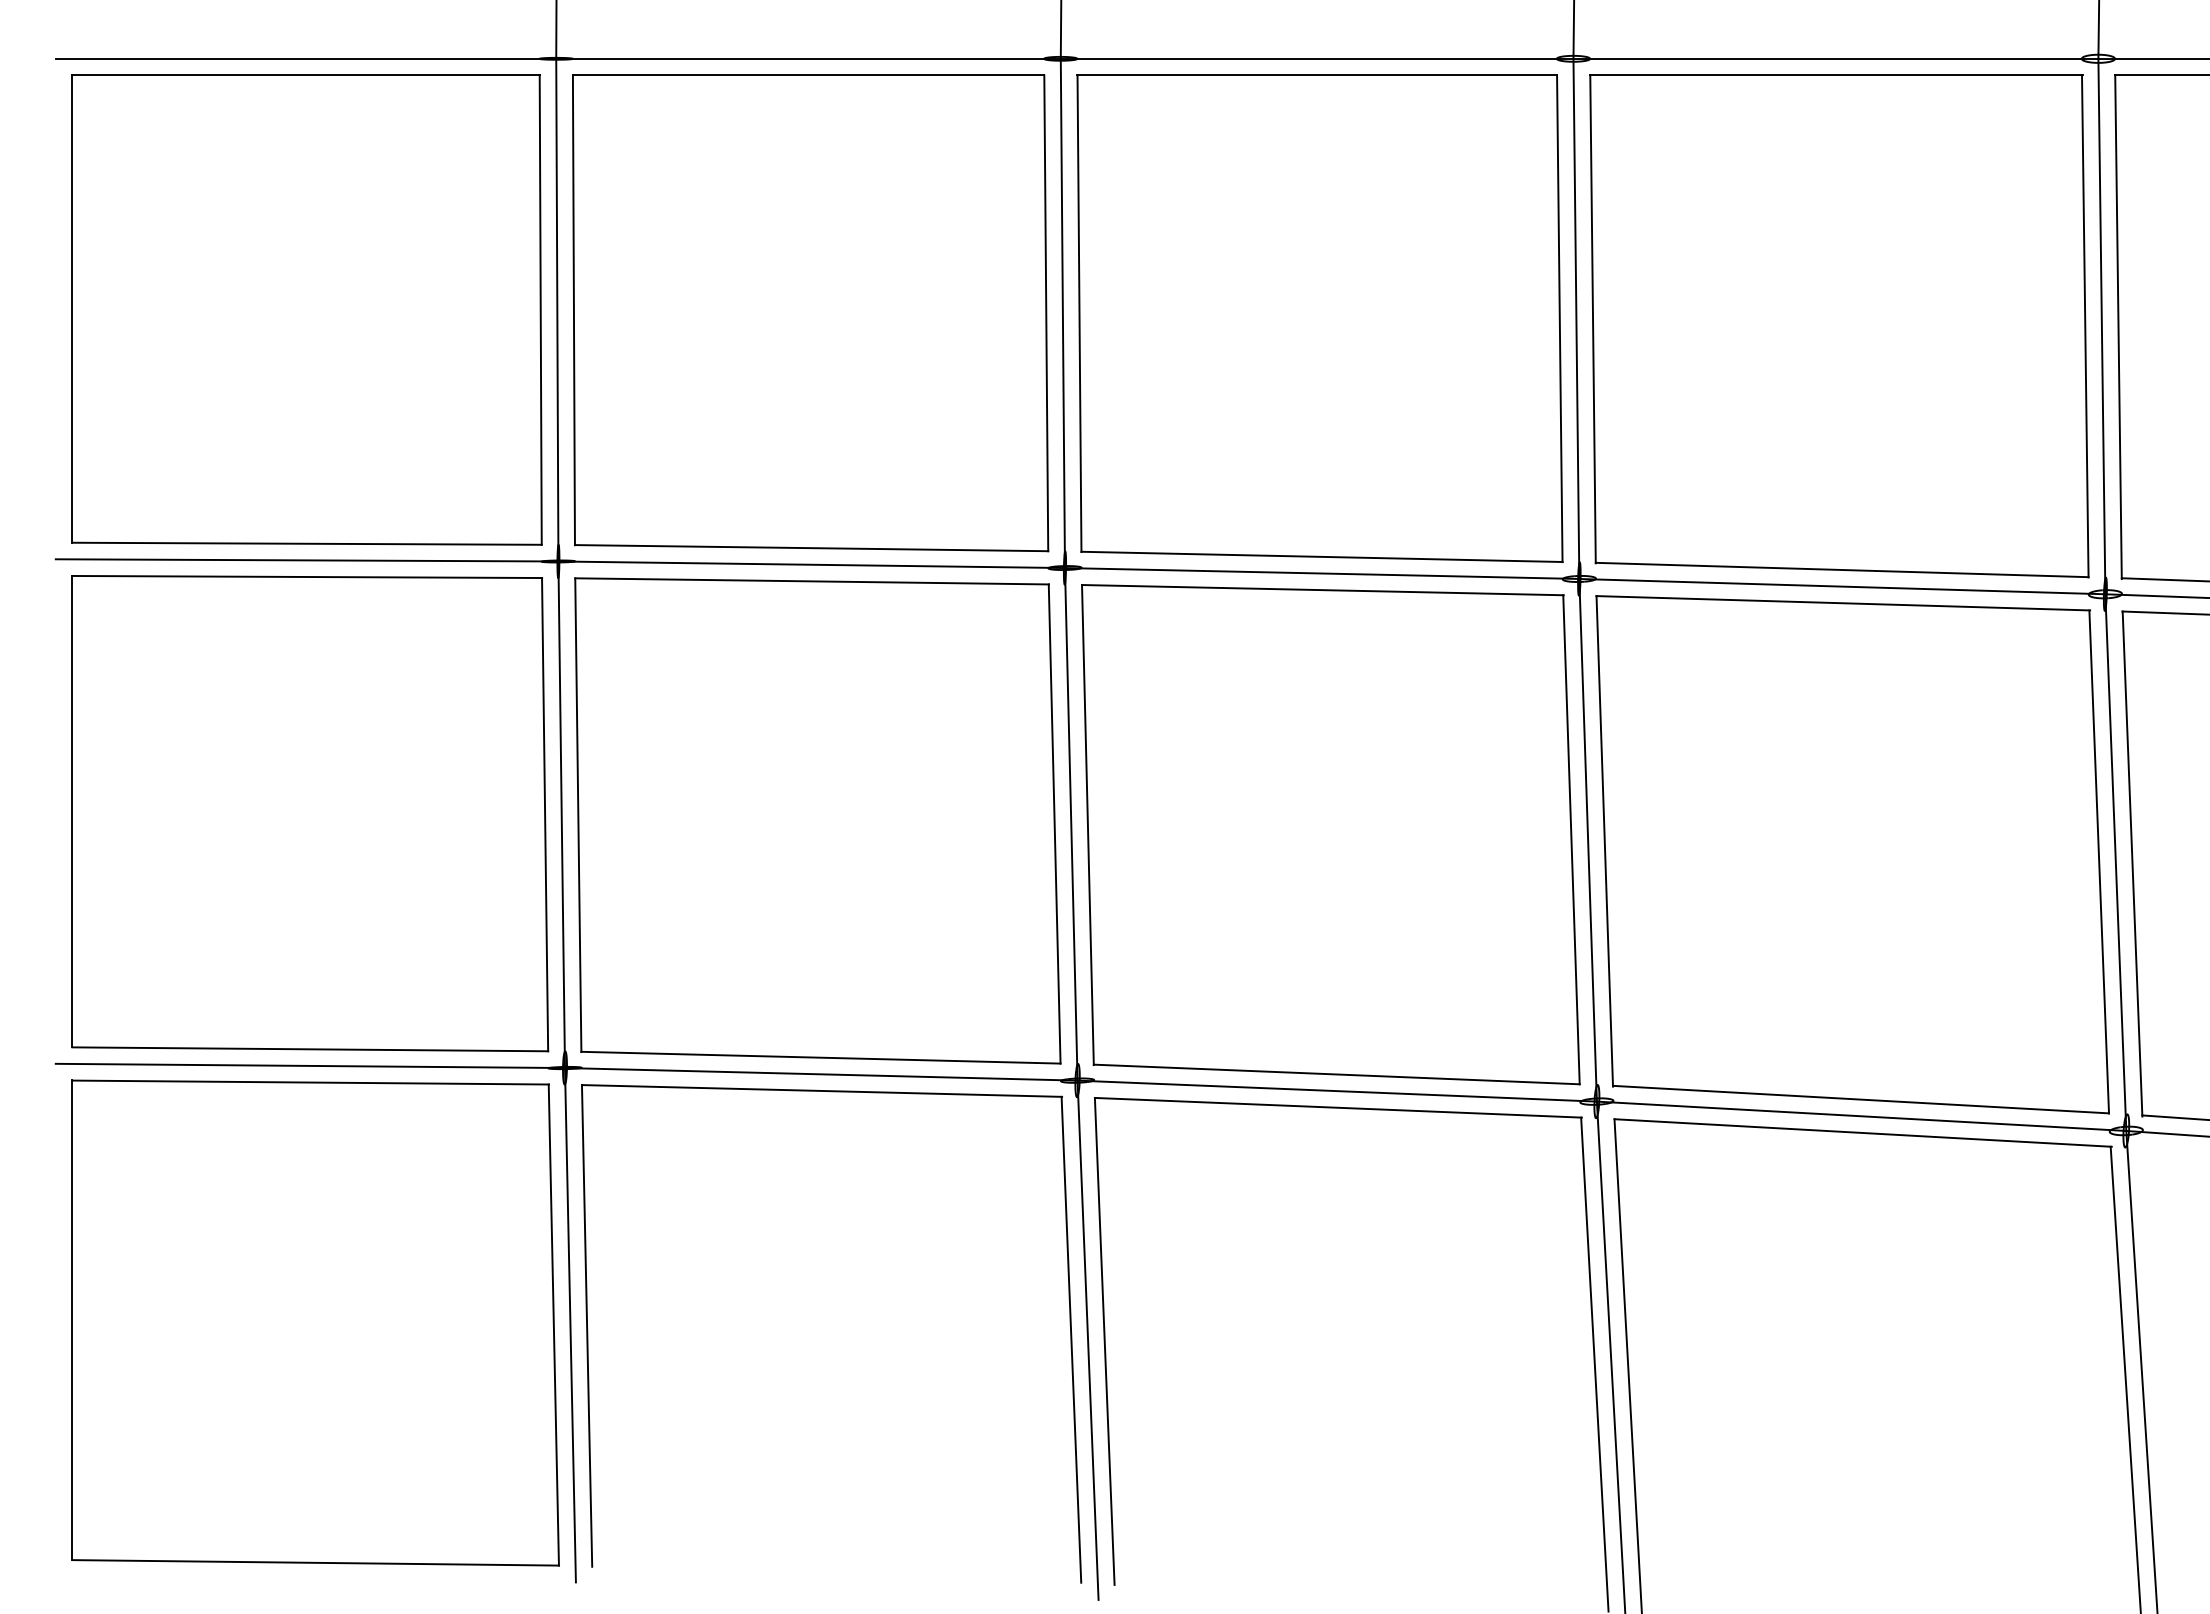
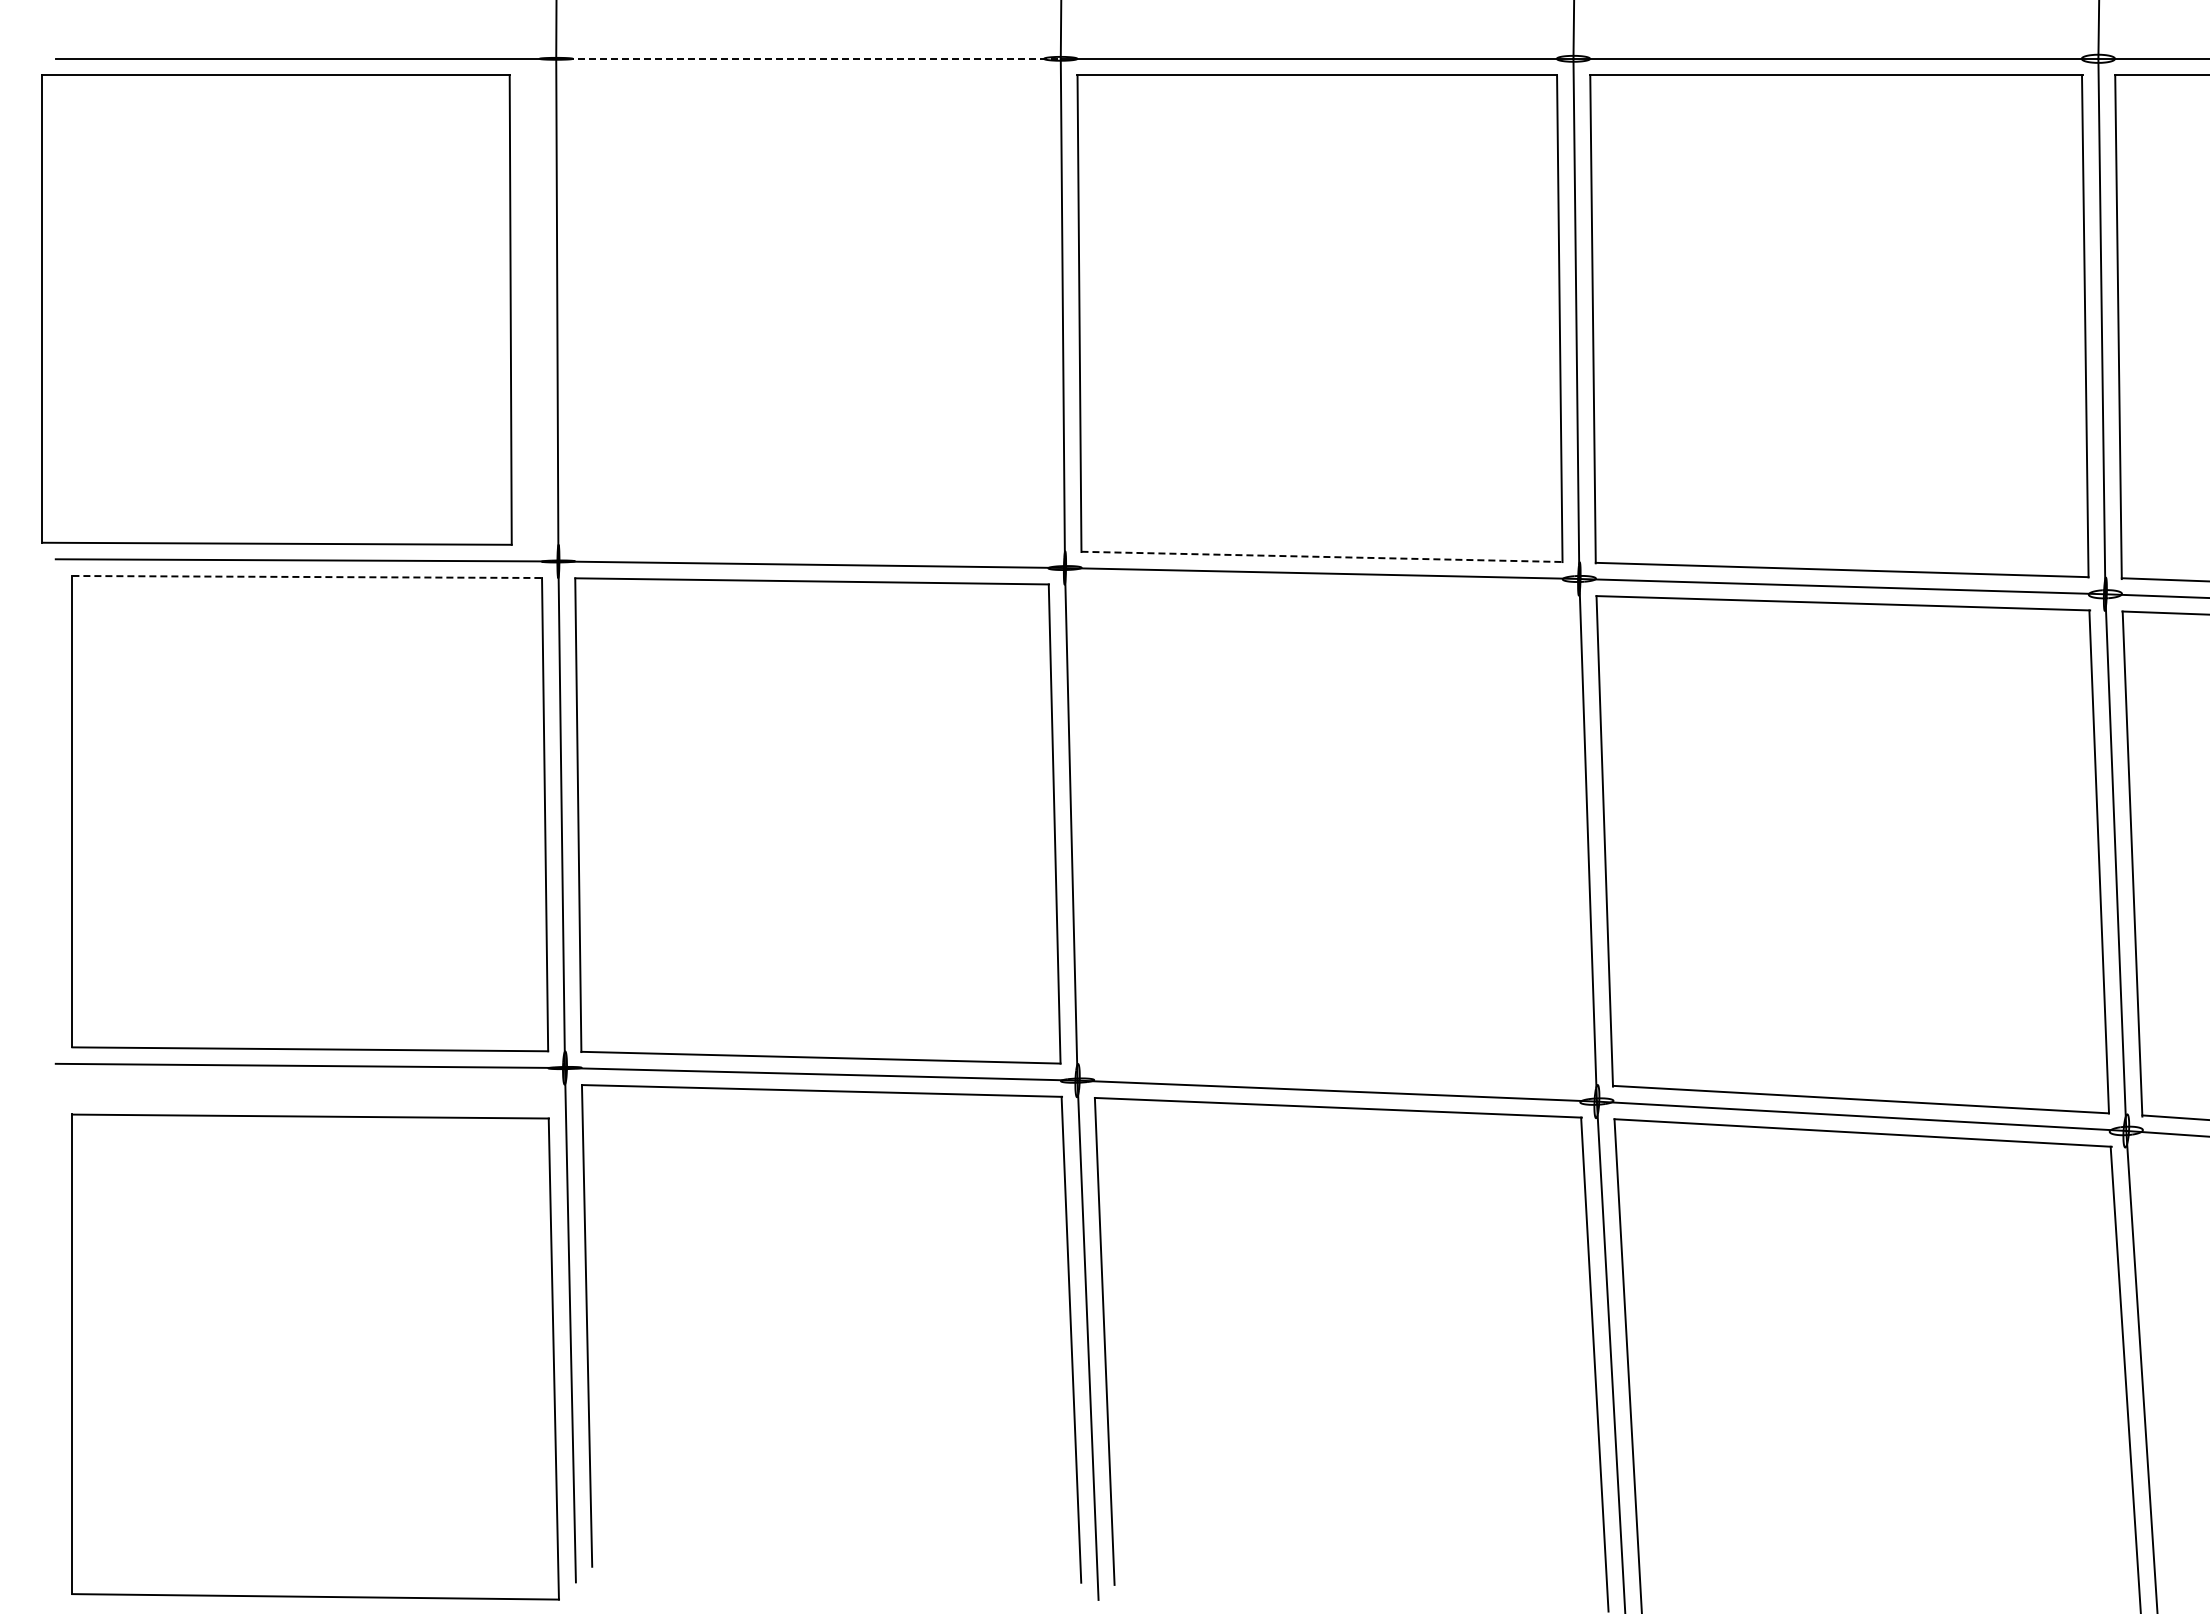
line at (809, 58): solid -> dashed
part at (306, 309) position: (306, 309) -> (276, 309)
part at (810, 313): present -> none
line at (1322, 556): solid -> dashed
line at (307, 577): solid -> dashed
part at (1330, 834): present -> none
part at (315, 1322) position: (315, 1322) -> (315, 1356)
